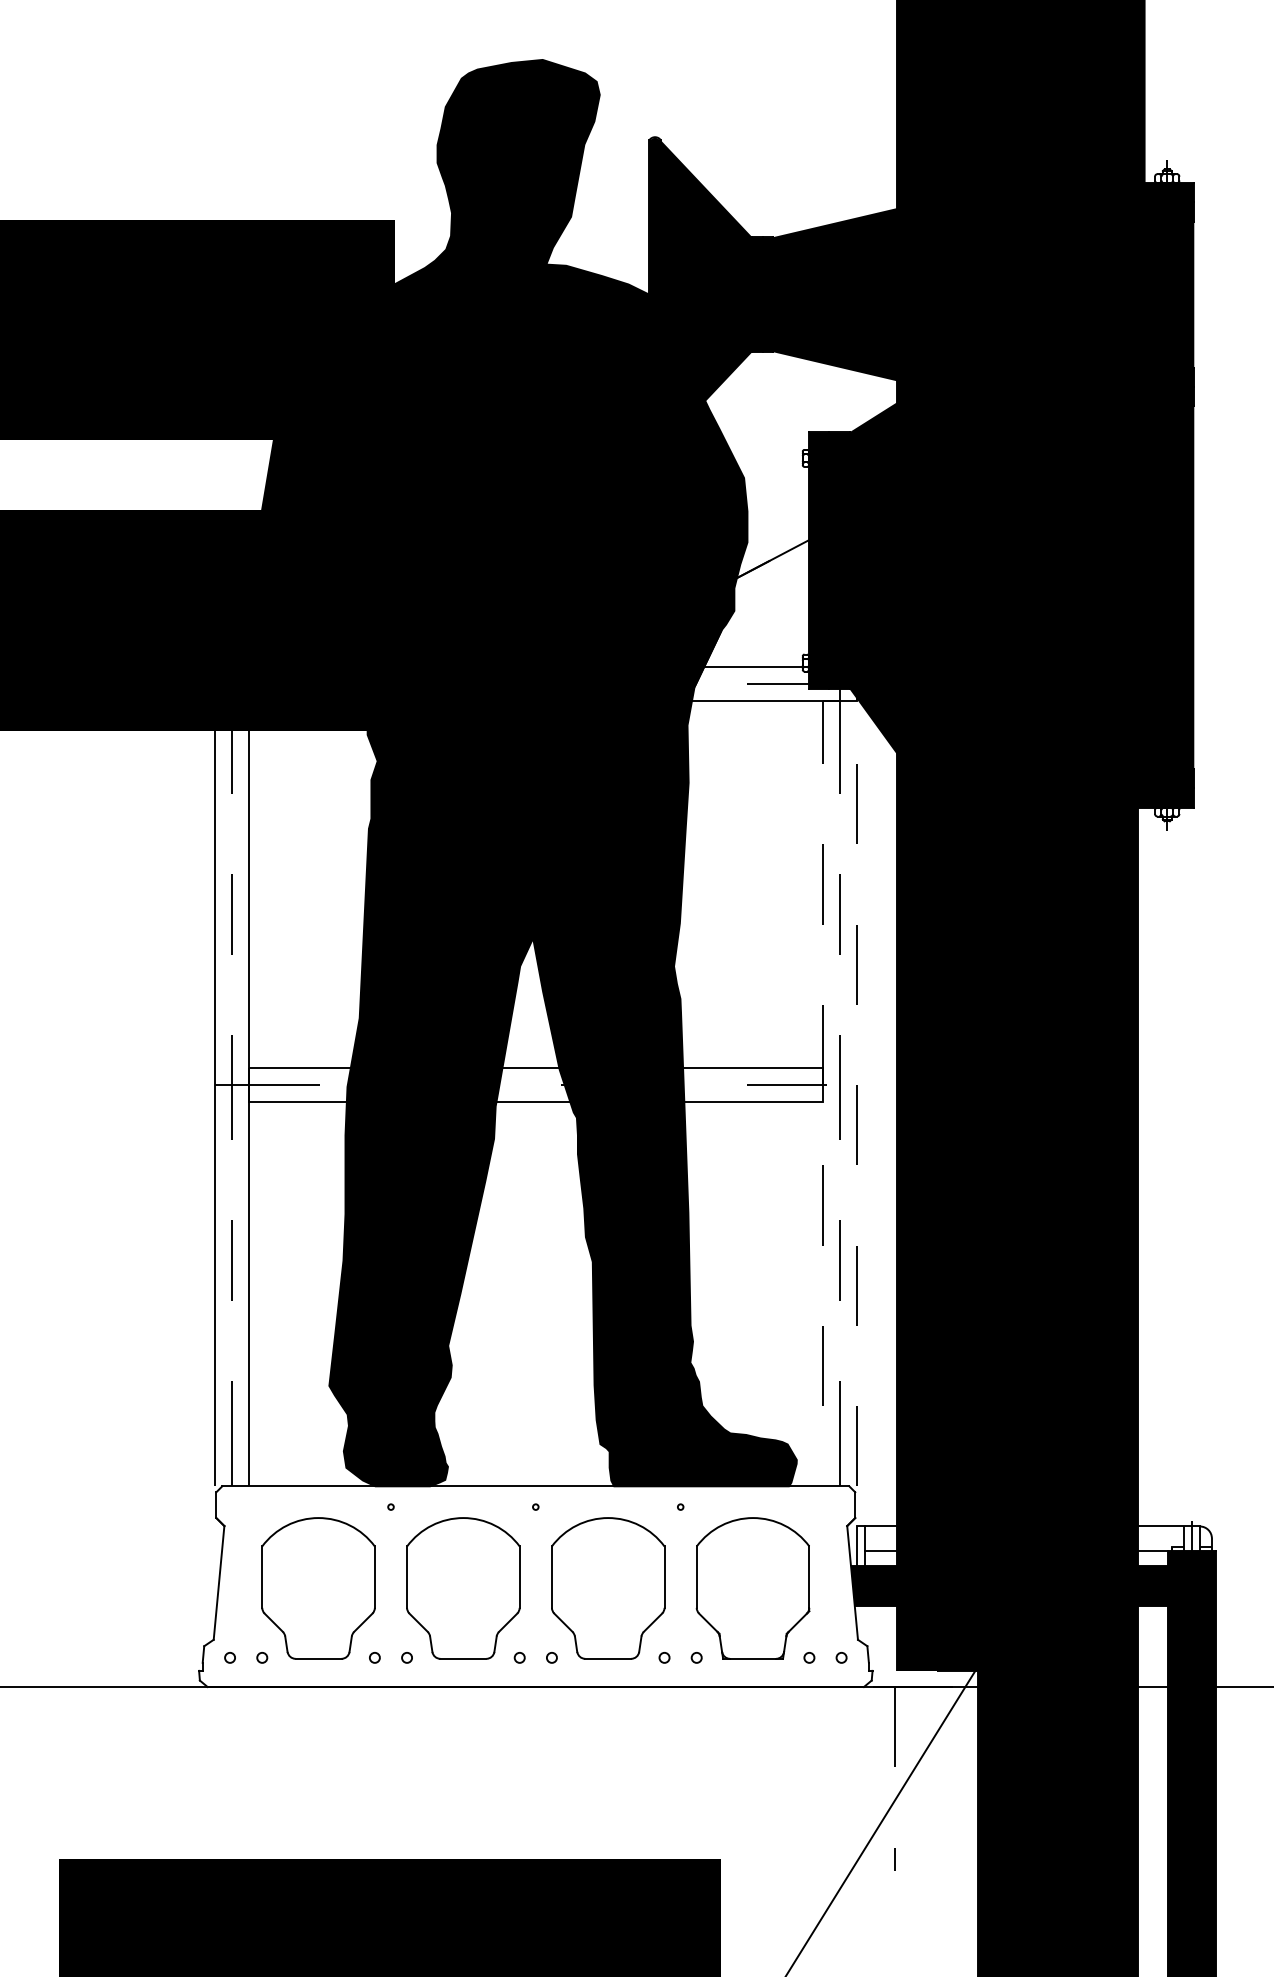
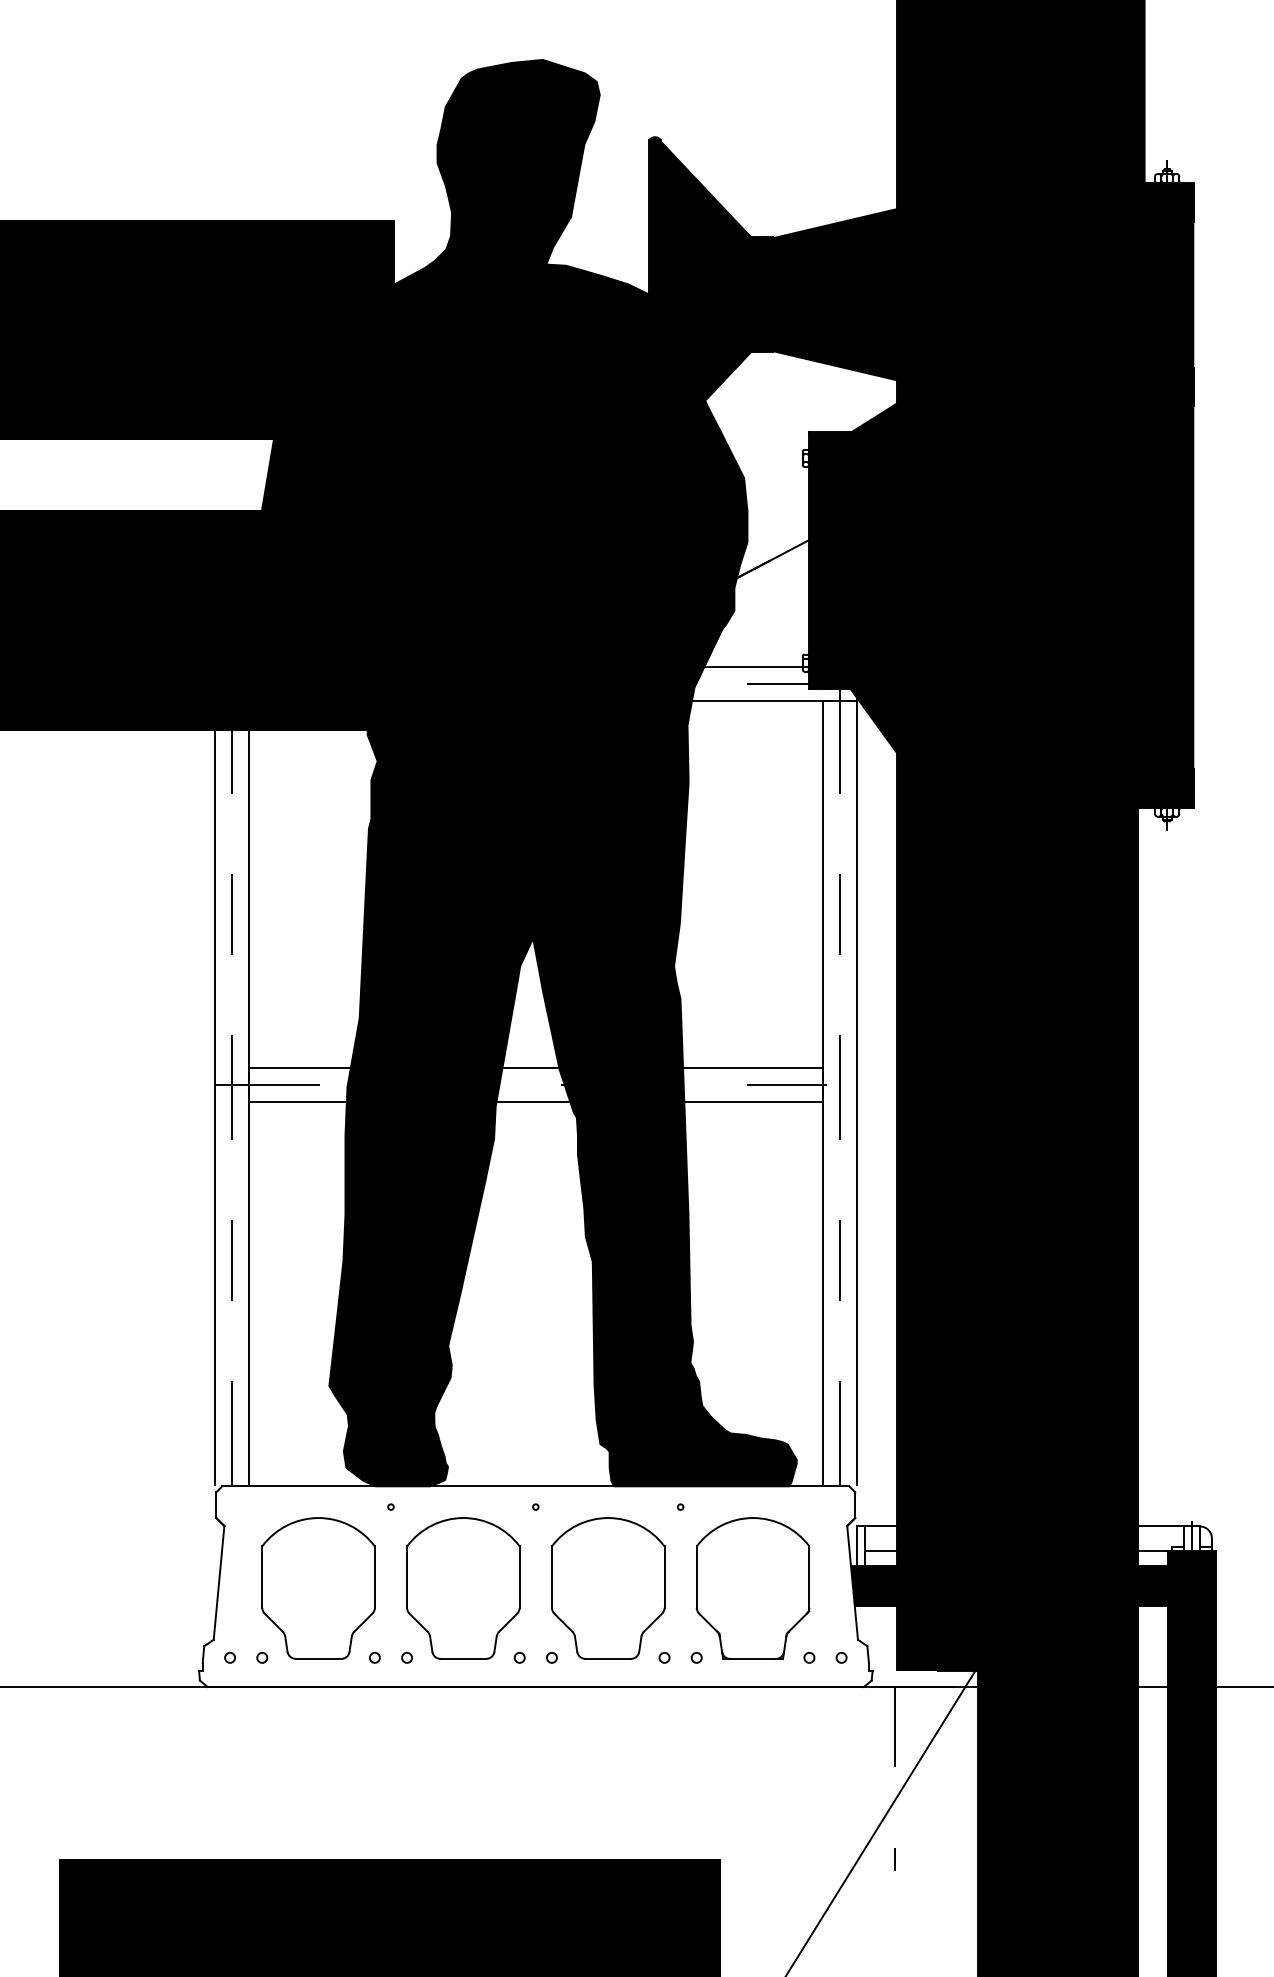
line at (839, 700): dashed -> solid
